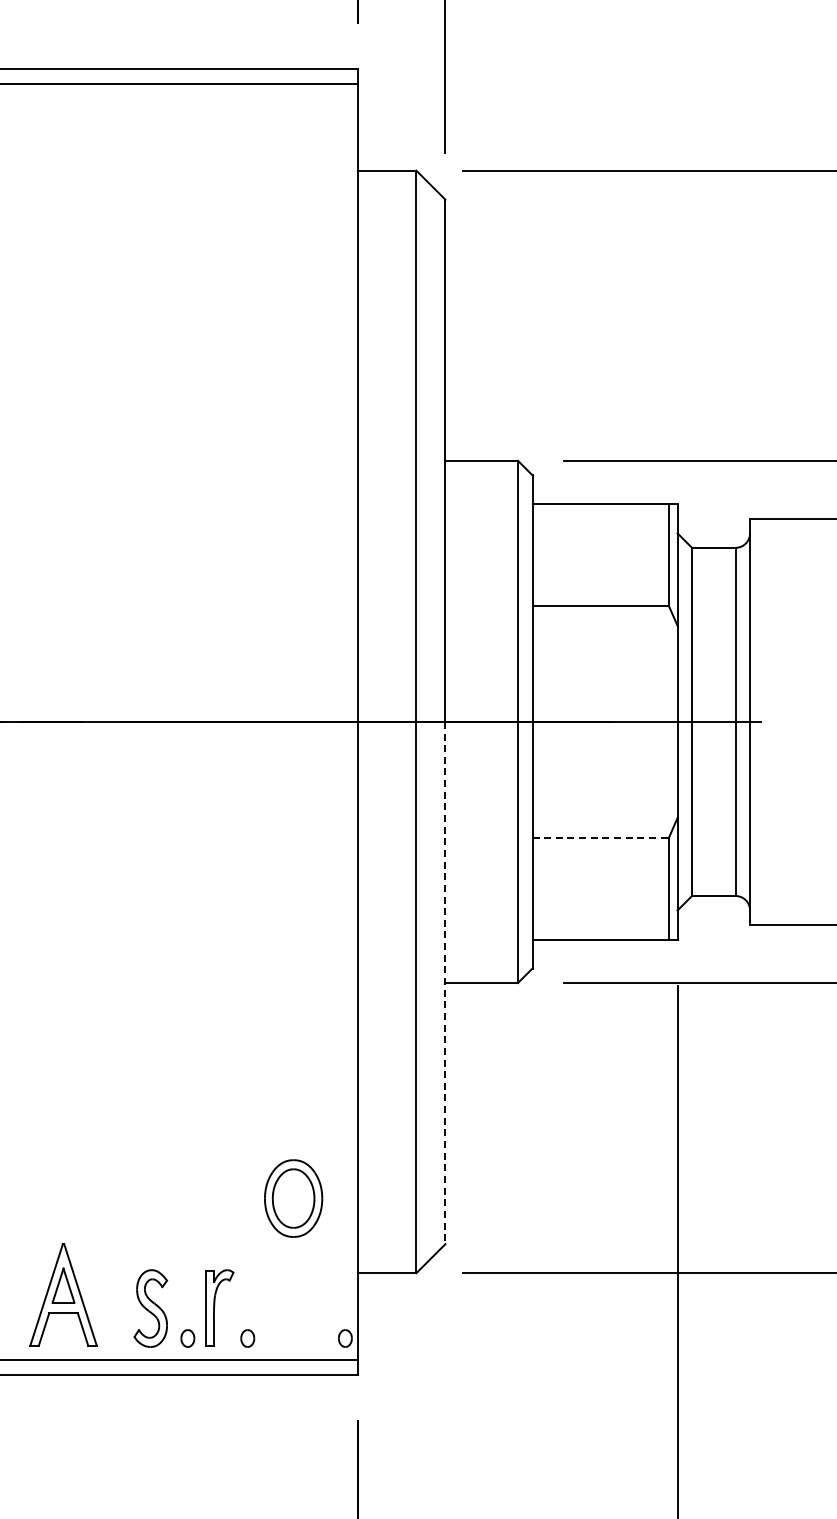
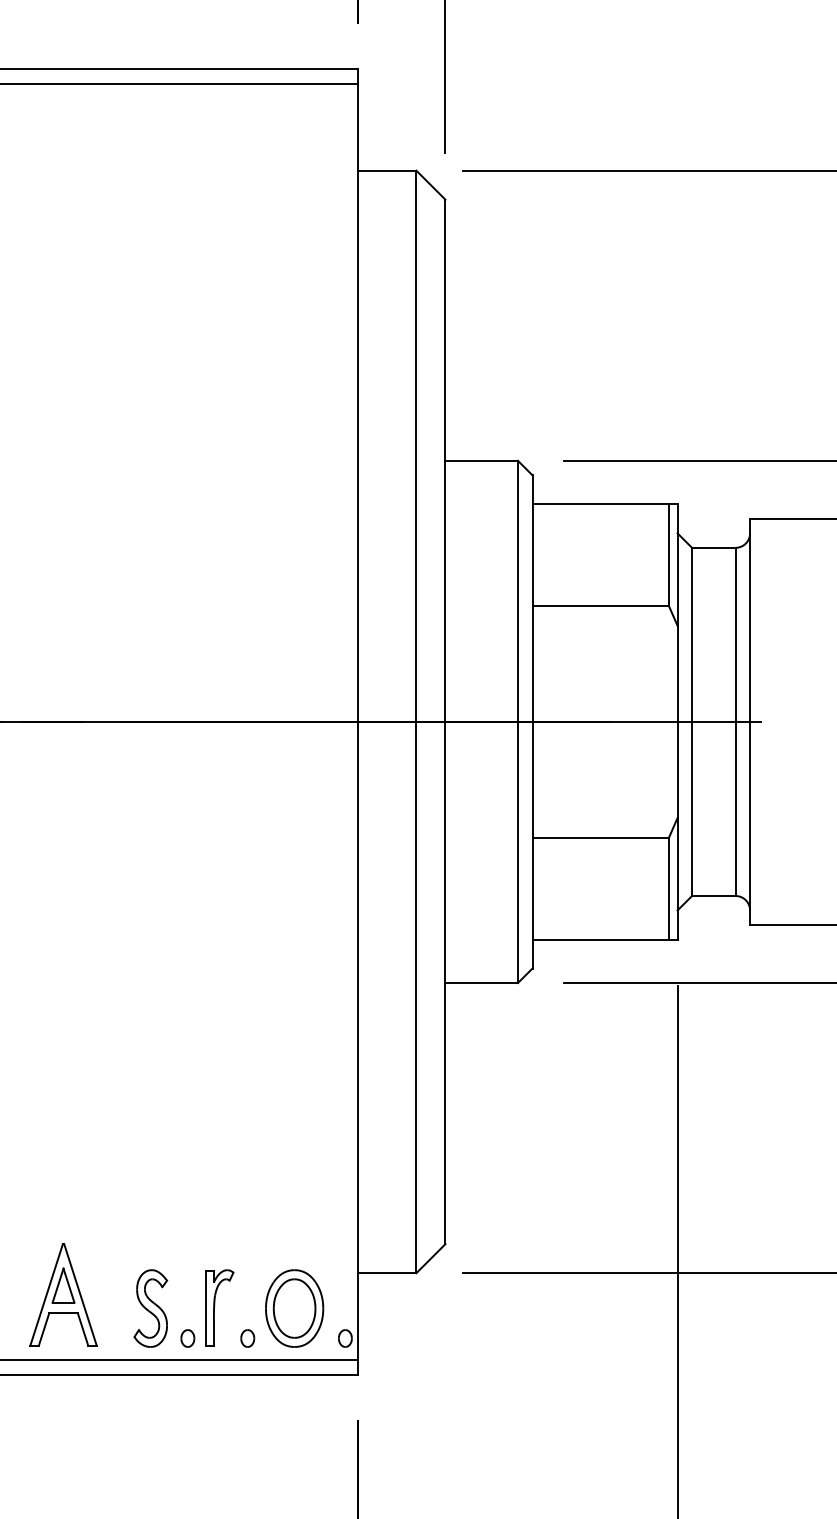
line at (601, 837): dashed -> solid
line at (445, 983): dashed -> solid
part at (293, 1198) position: (293, 1198) -> (294, 1308)
